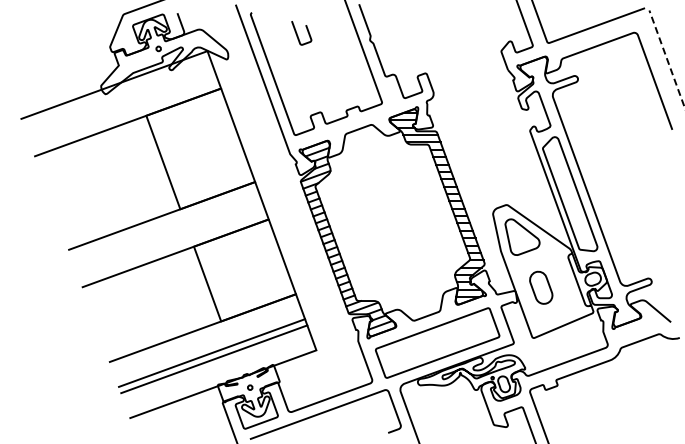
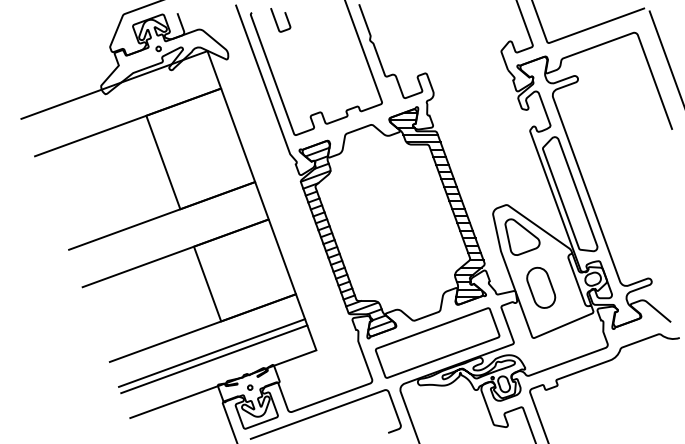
curve at (298, 35) position: (298, 35) -> (277, 22)
line at (667, 59): dashed -> solid
part at (541, 287) size: 25x35 px -> 31x43 px
